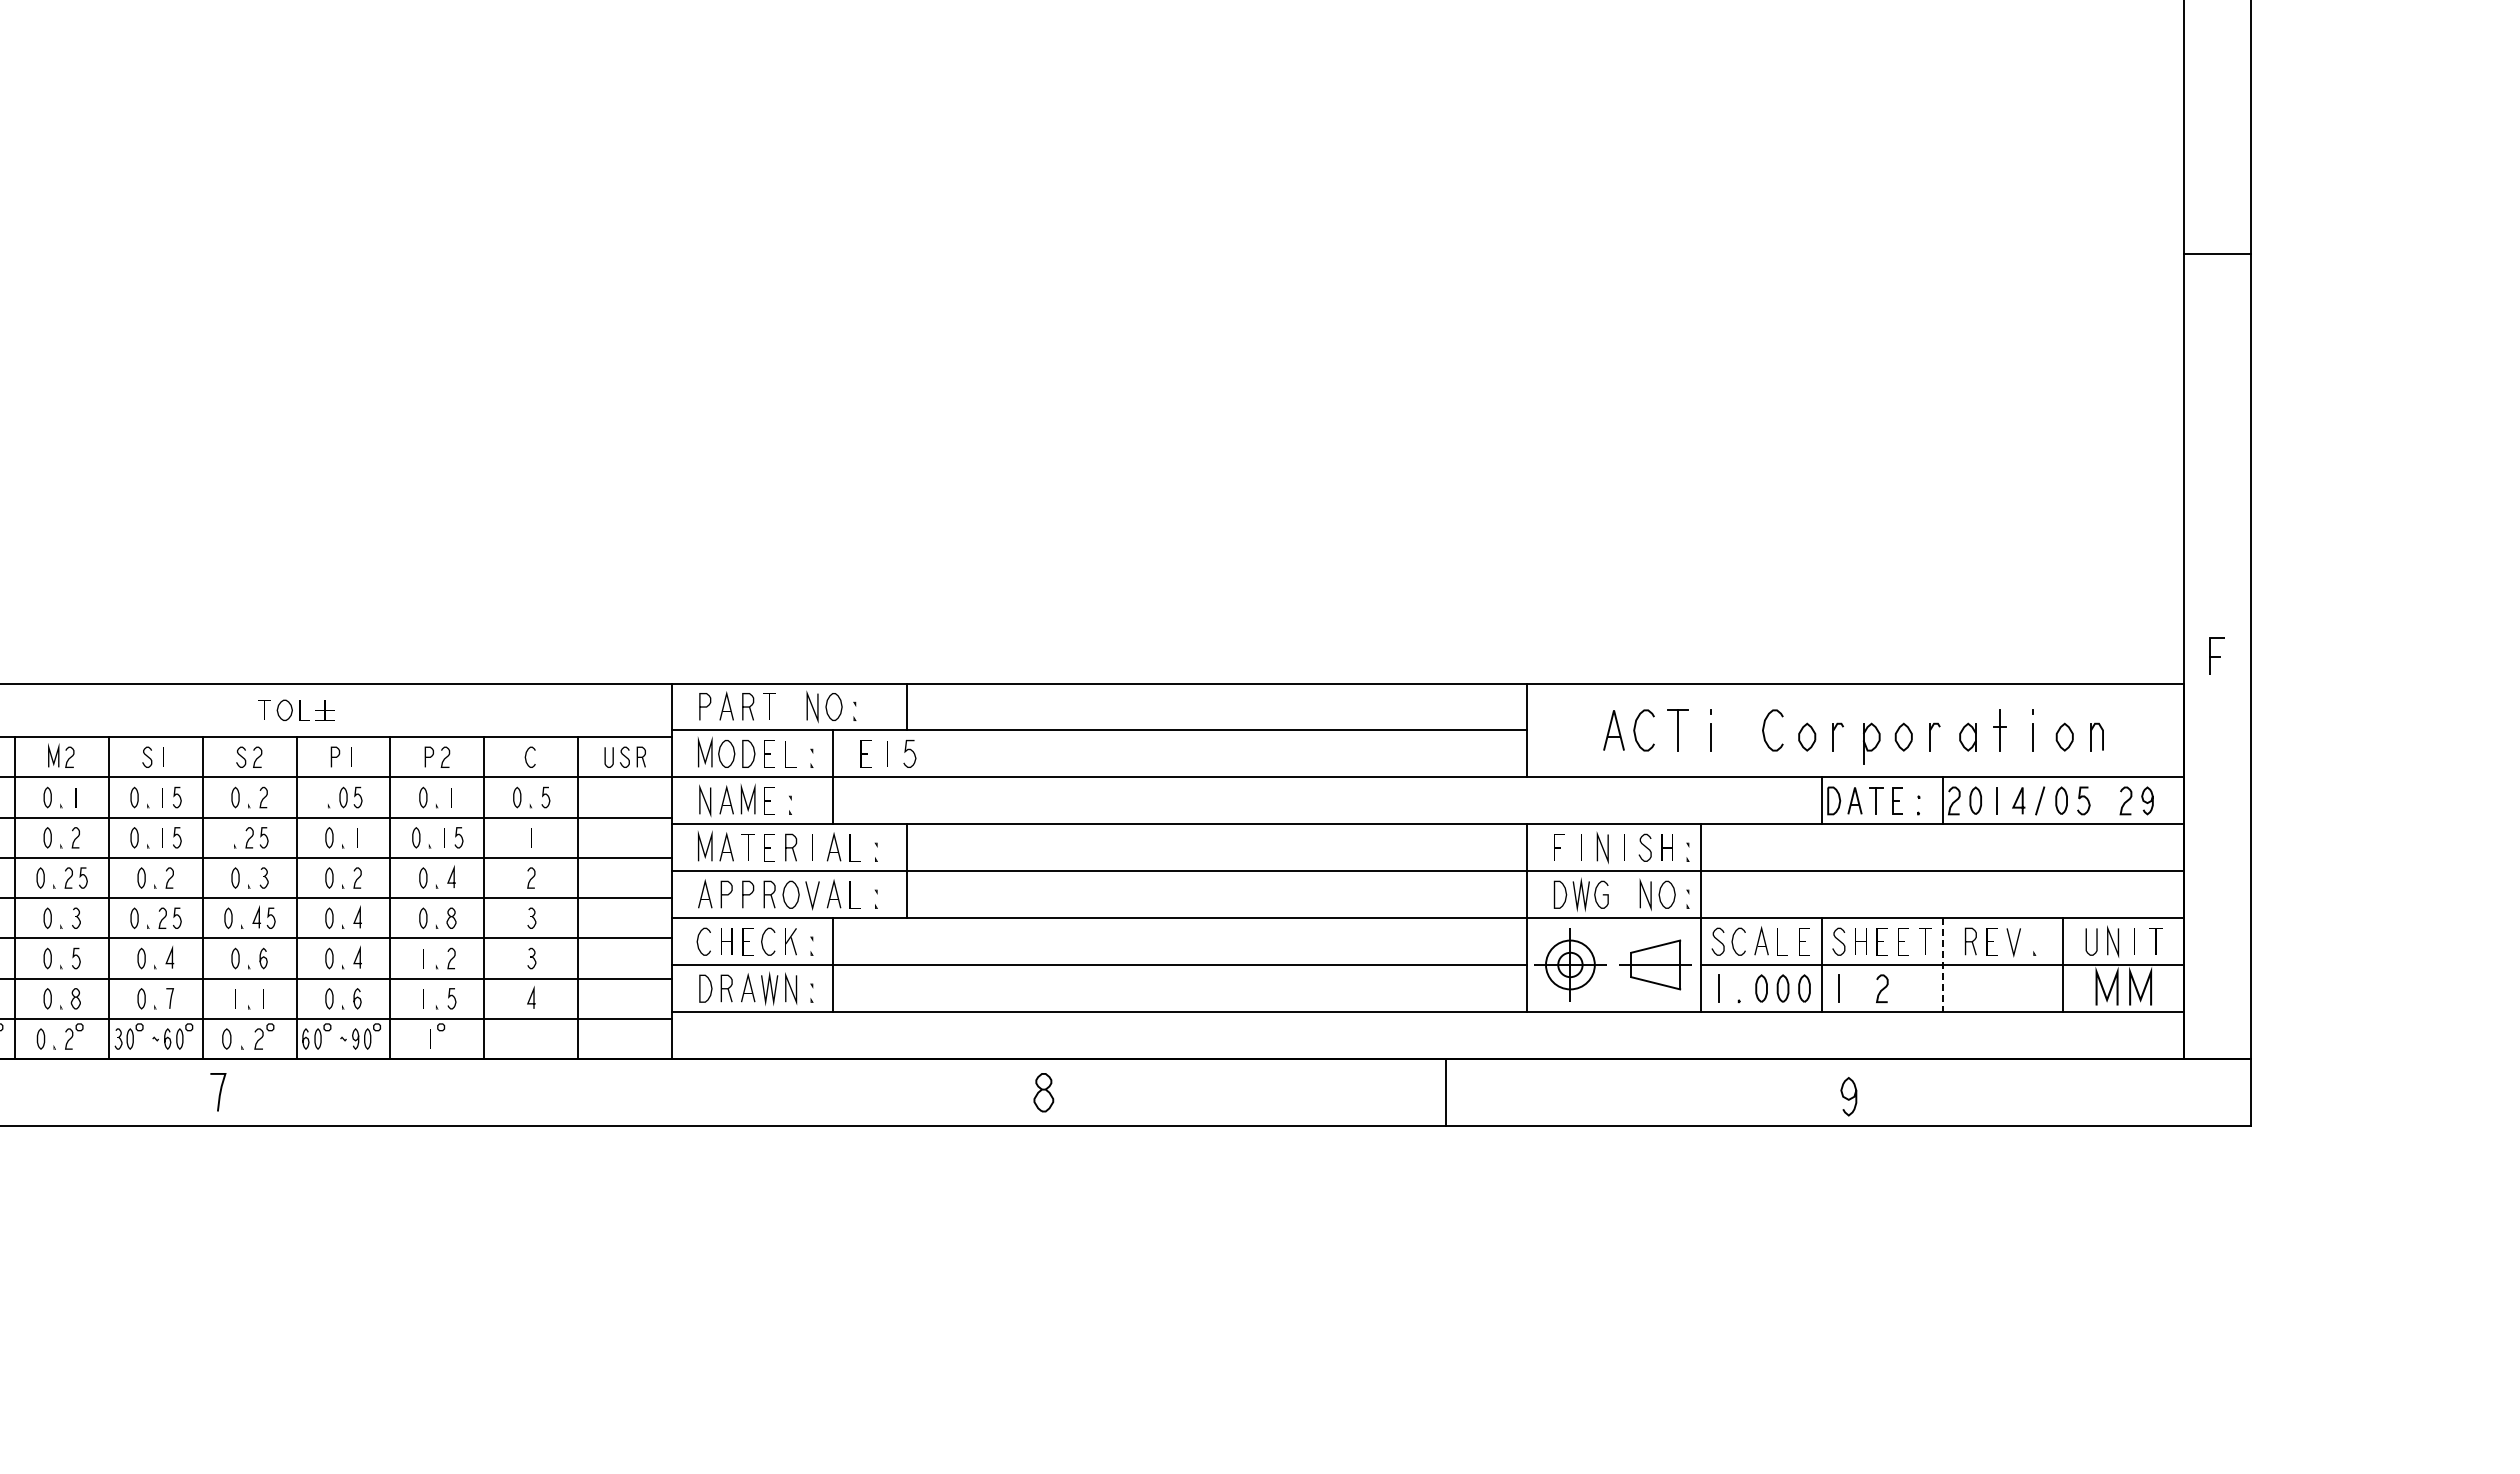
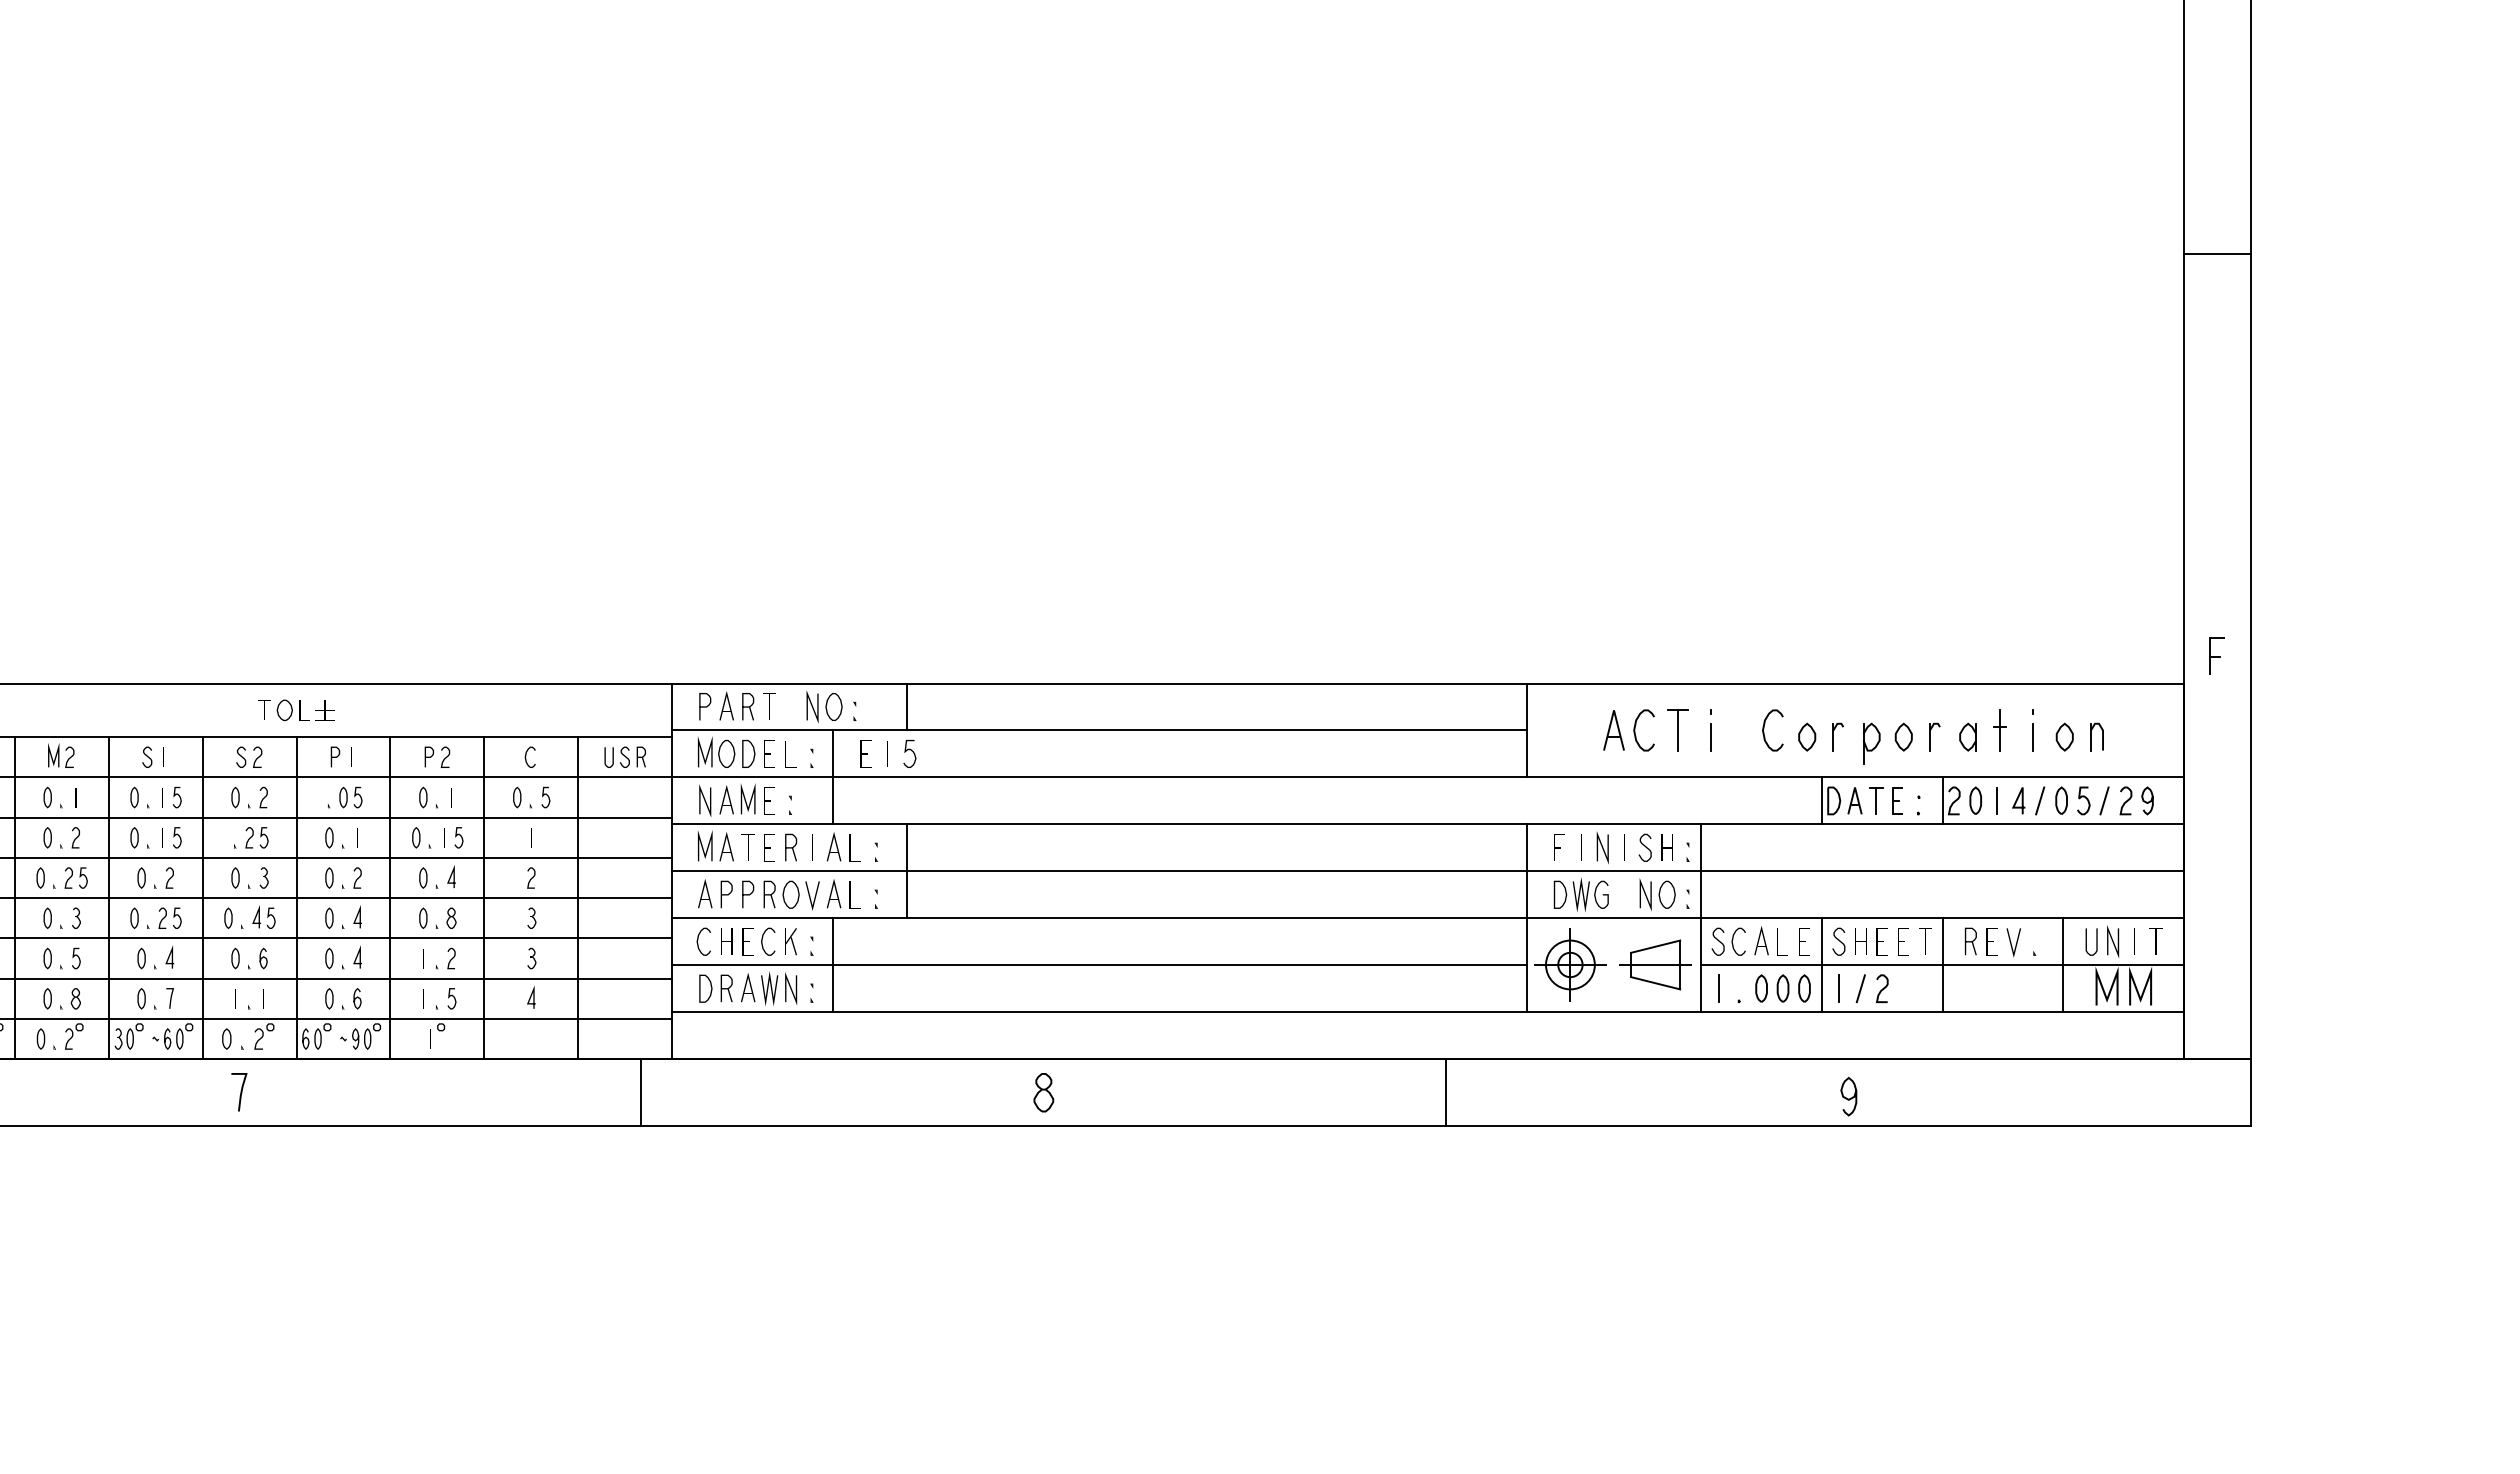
line at (2104, 800): none -> present
line at (1942, 965): dashed -> solid
line at (1860, 988): none -> present
curve at (219, 1092) position: (219, 1092) -> (240, 1092)
line at (641, 1092): none -> present
